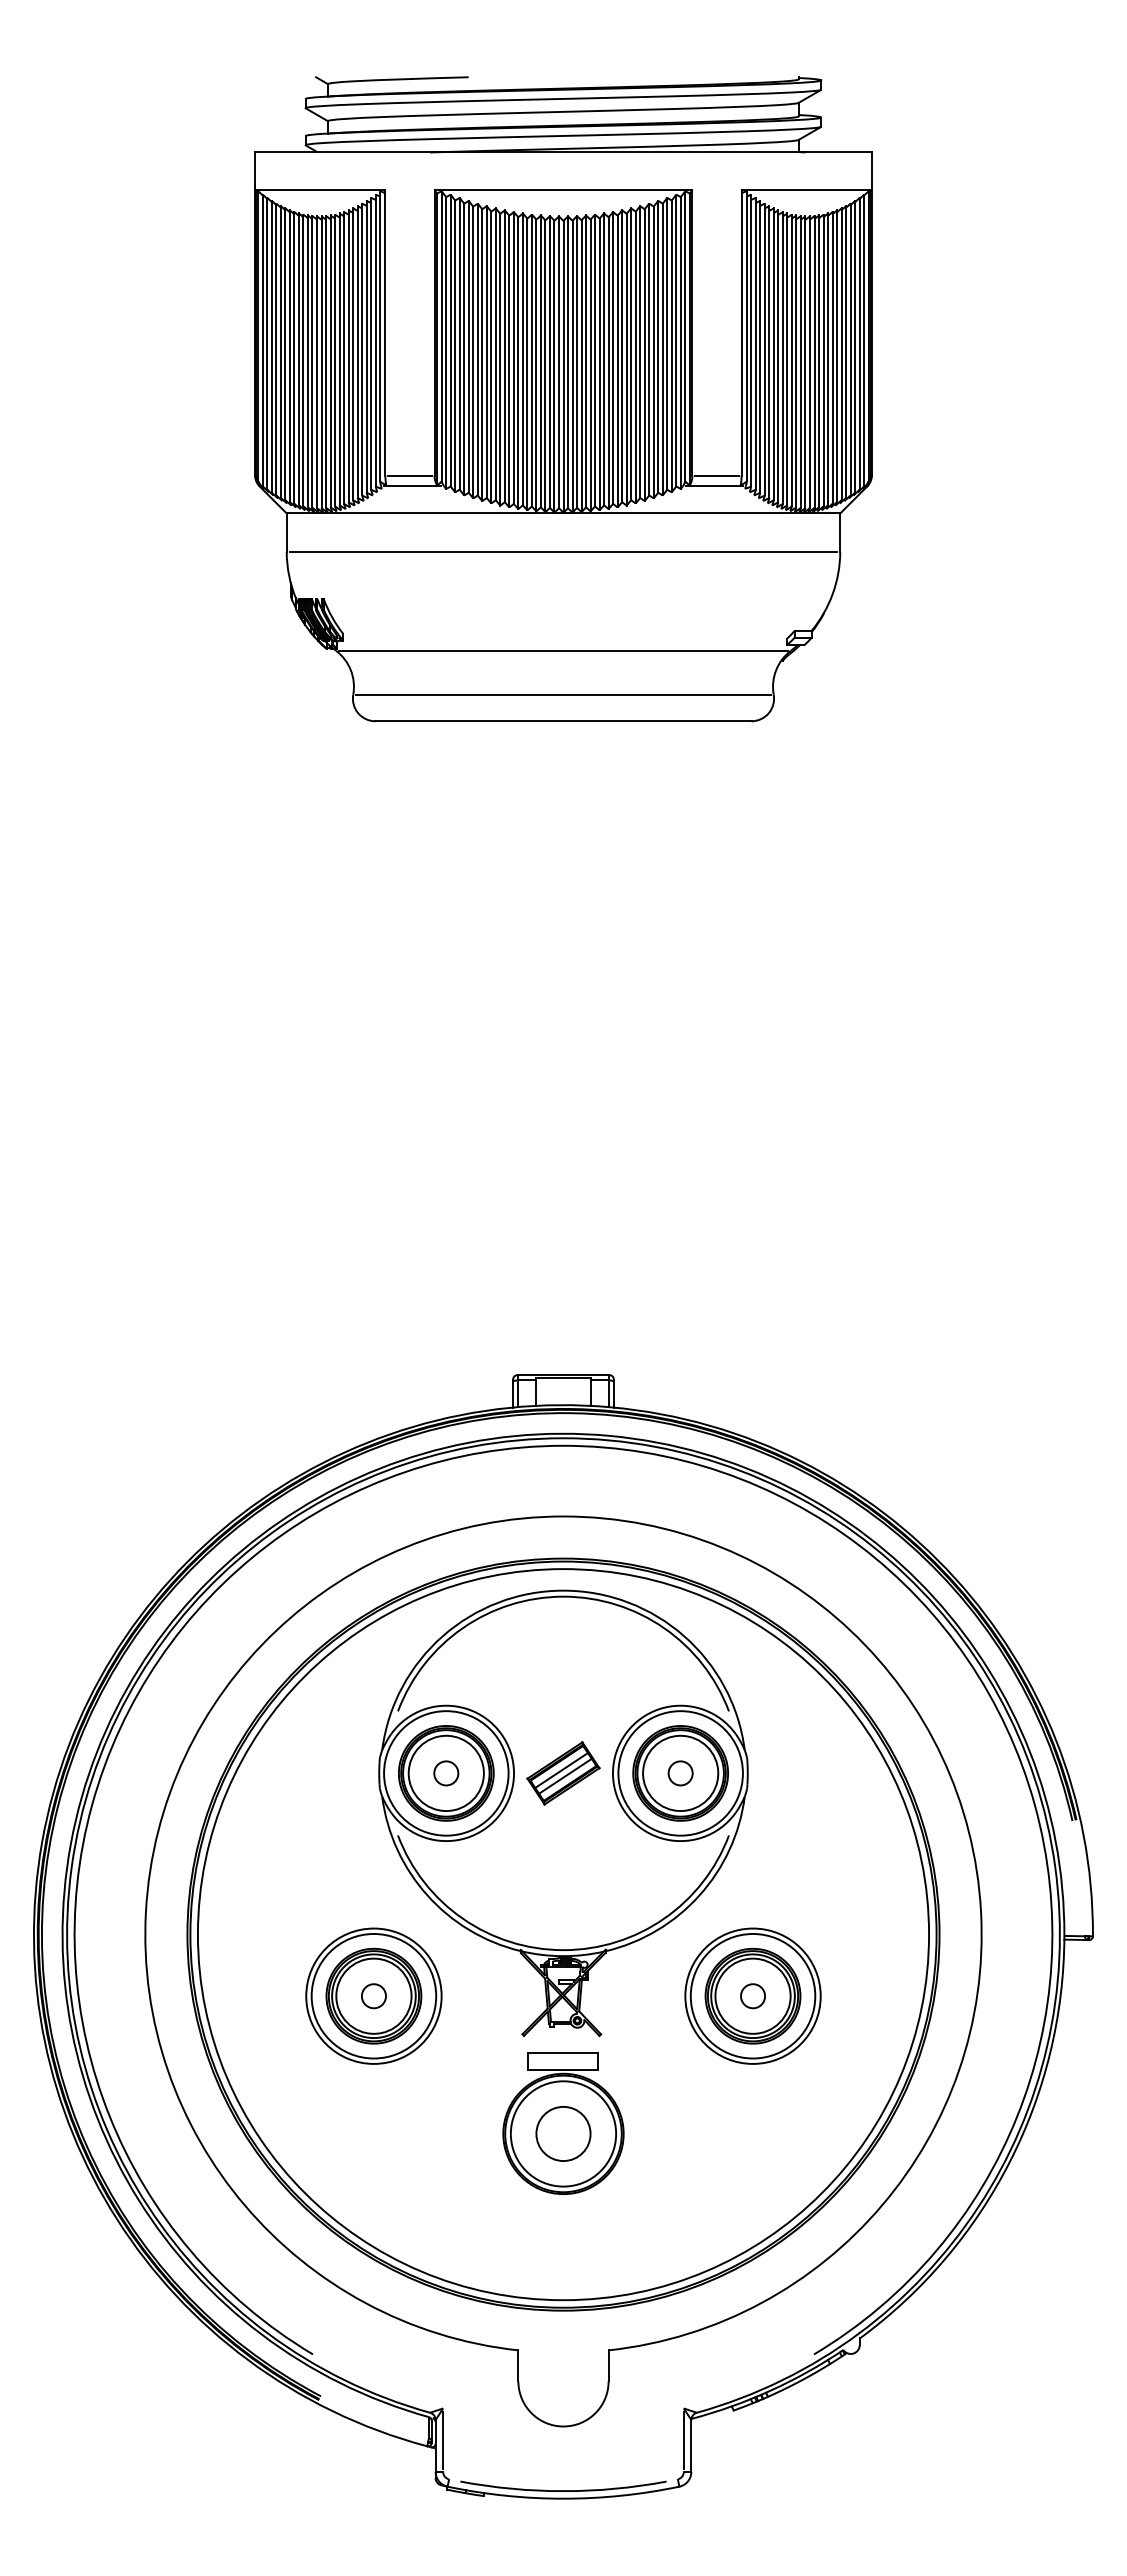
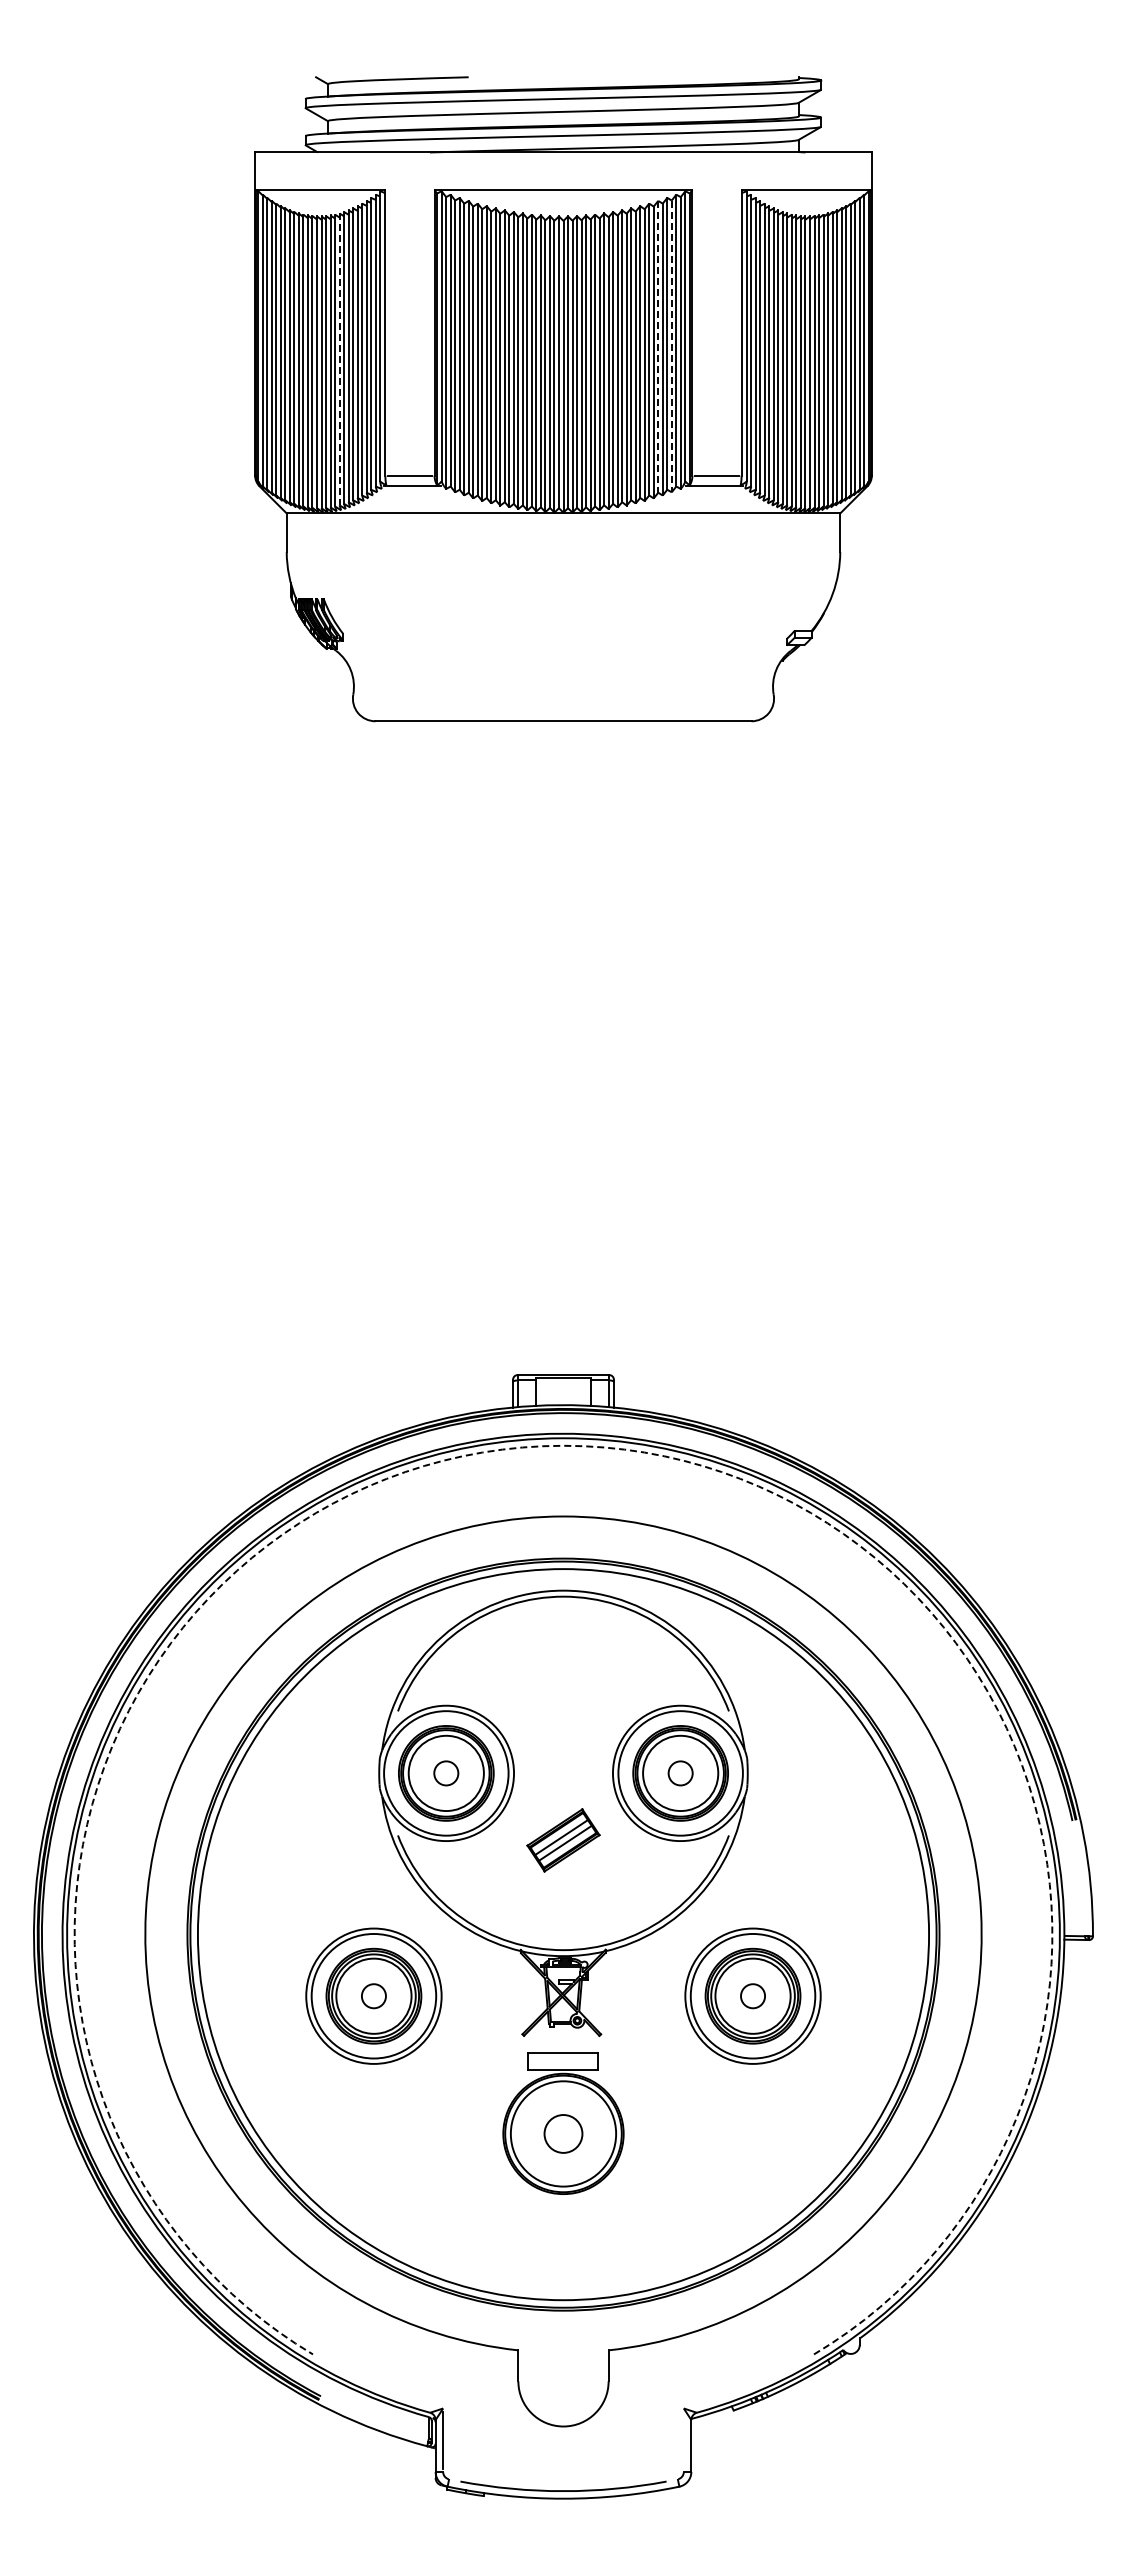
line at (658, 346): solid -> dashed
line at (671, 346): solid -> dashed
line at (339, 359): solid -> dashed
line at (563, 552): present -> none
line at (563, 650): present -> none
line at (563, 694): present -> none
arc at (563, 1445): solid -> dashed
part at (563, 1773) position: (563, 1773) -> (563, 1840)
circle at (563, 2133) size: 57x56 px -> 41x40 px
line at (683, 2439): present -> none
